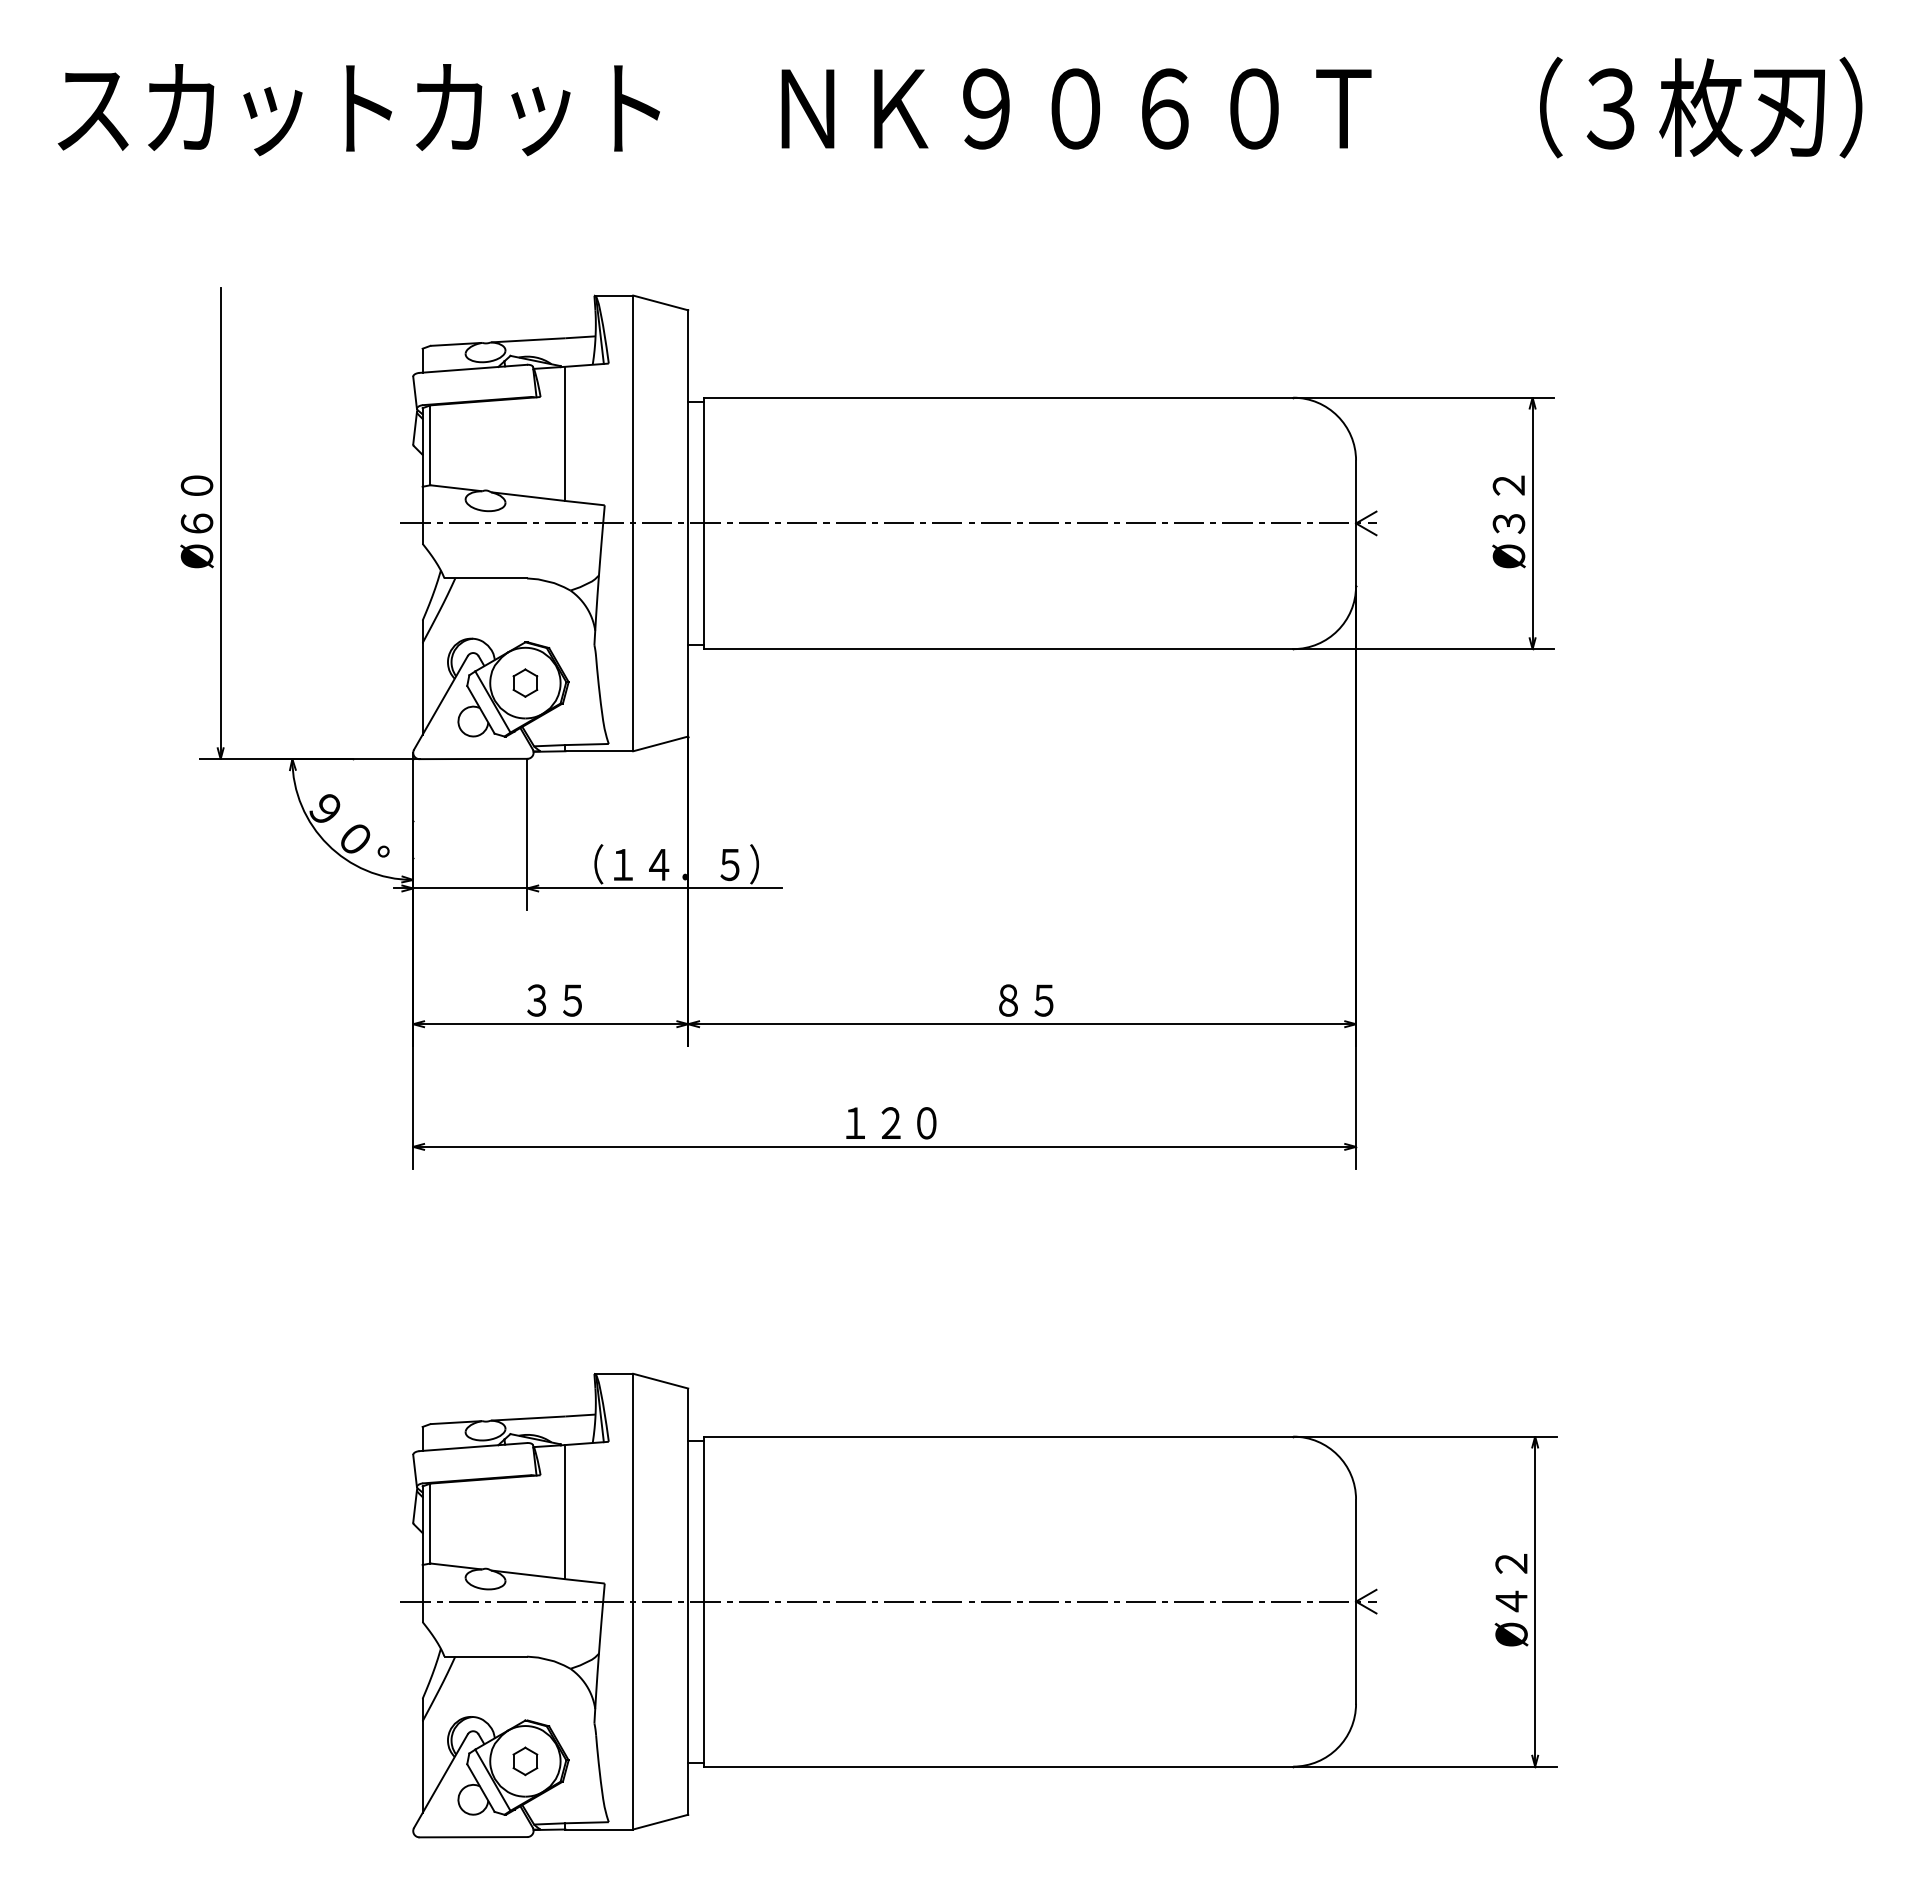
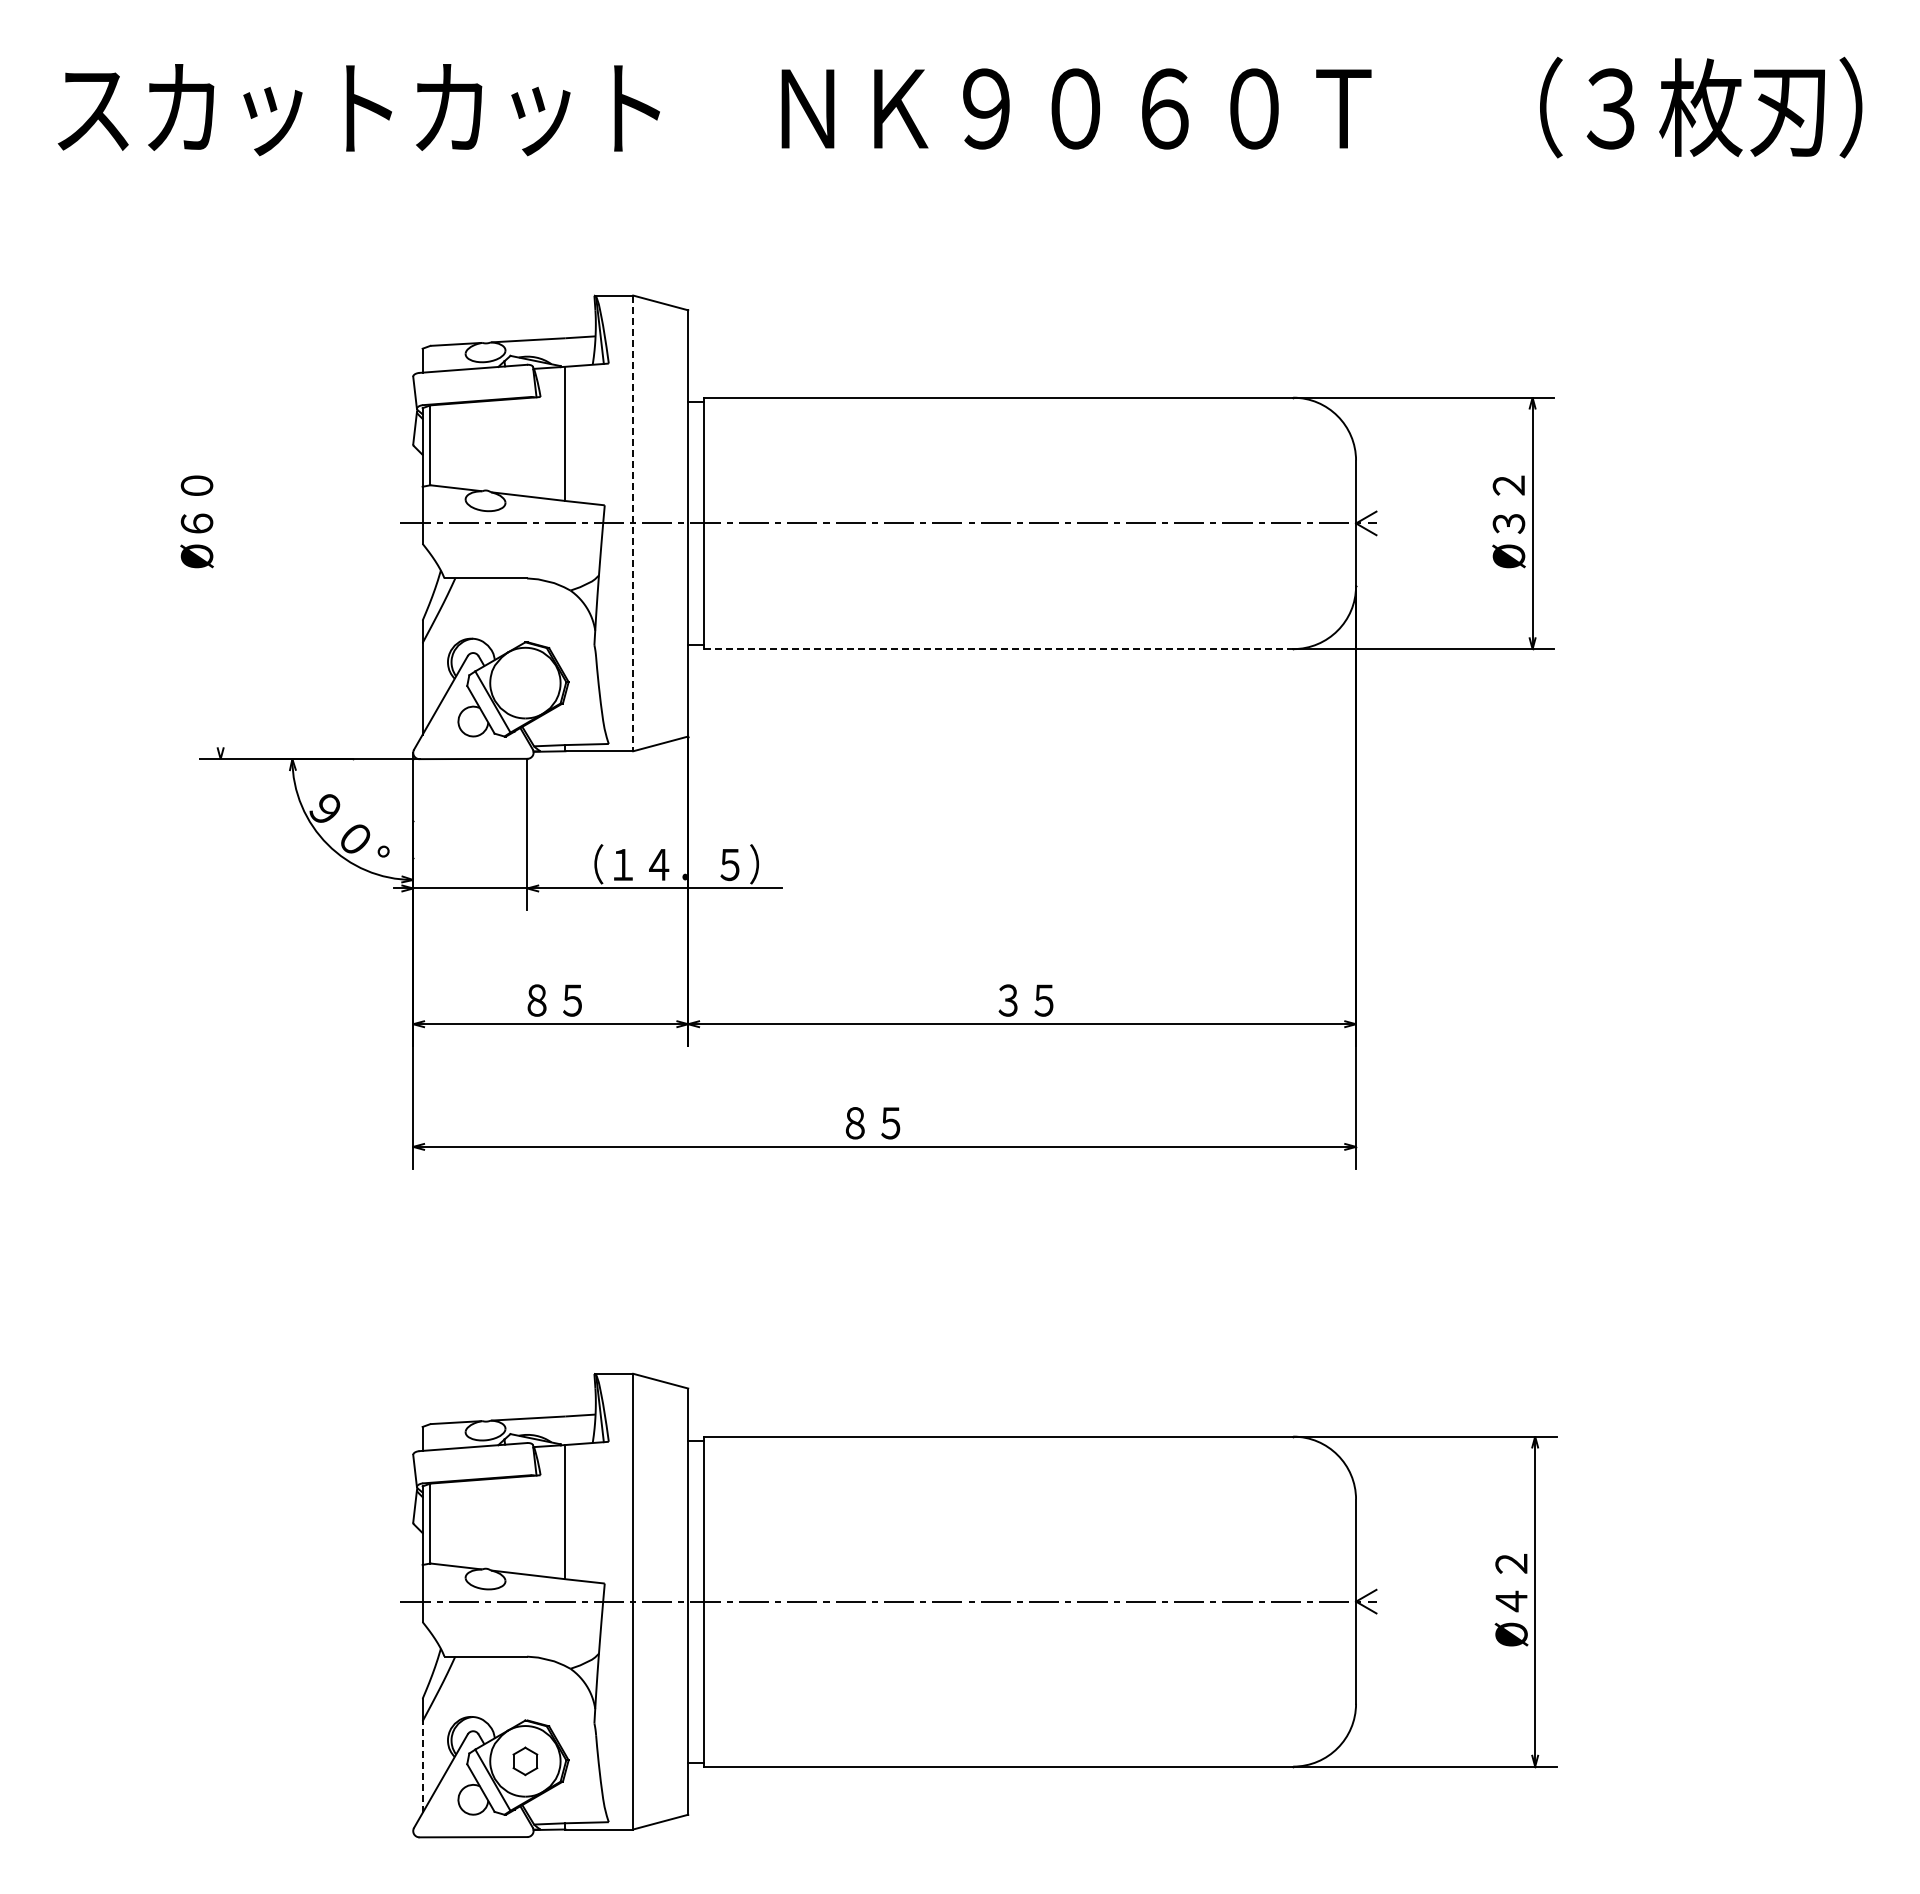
line at (220, 523): present -> none
line at (633, 523): solid -> dashed
line at (998, 649): solid -> dashed
part at (525, 682): present -> none
text at (536, 1000): ３５ -> ８５
text at (1007, 1000): ８５ -> ３５
text at (890, 1123): １２０ -> ８５
line at (422, 1767): solid -> dashed
